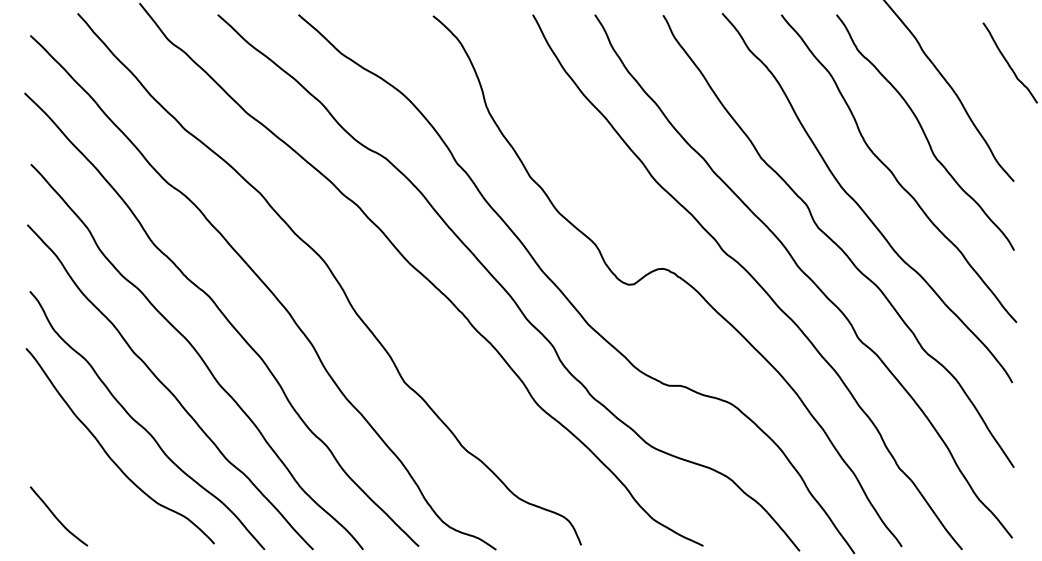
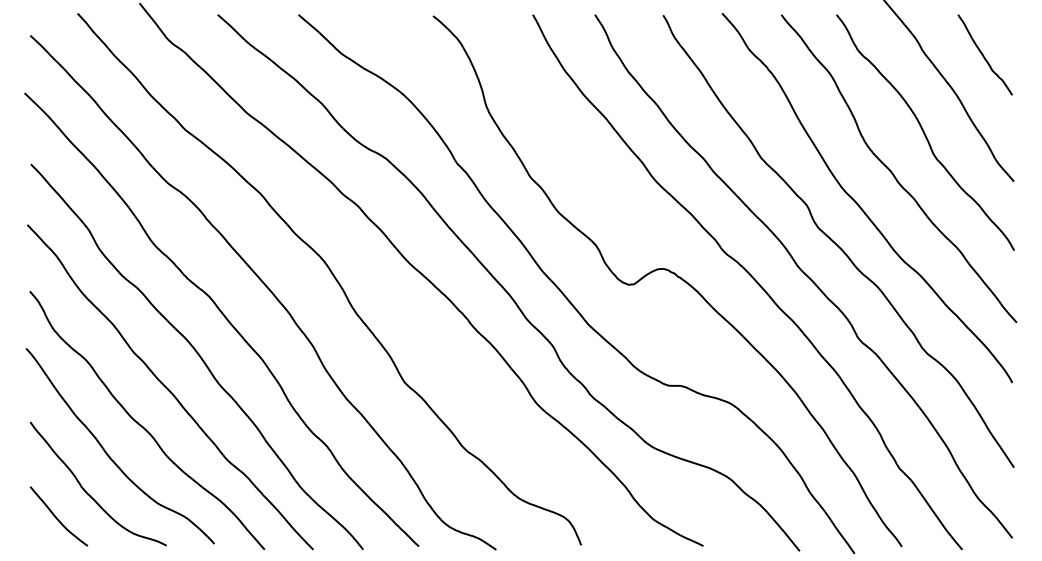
curve at (1008, 62) position: (1008, 62) -> (983, 54)
curve at (85, 489): none -> present
